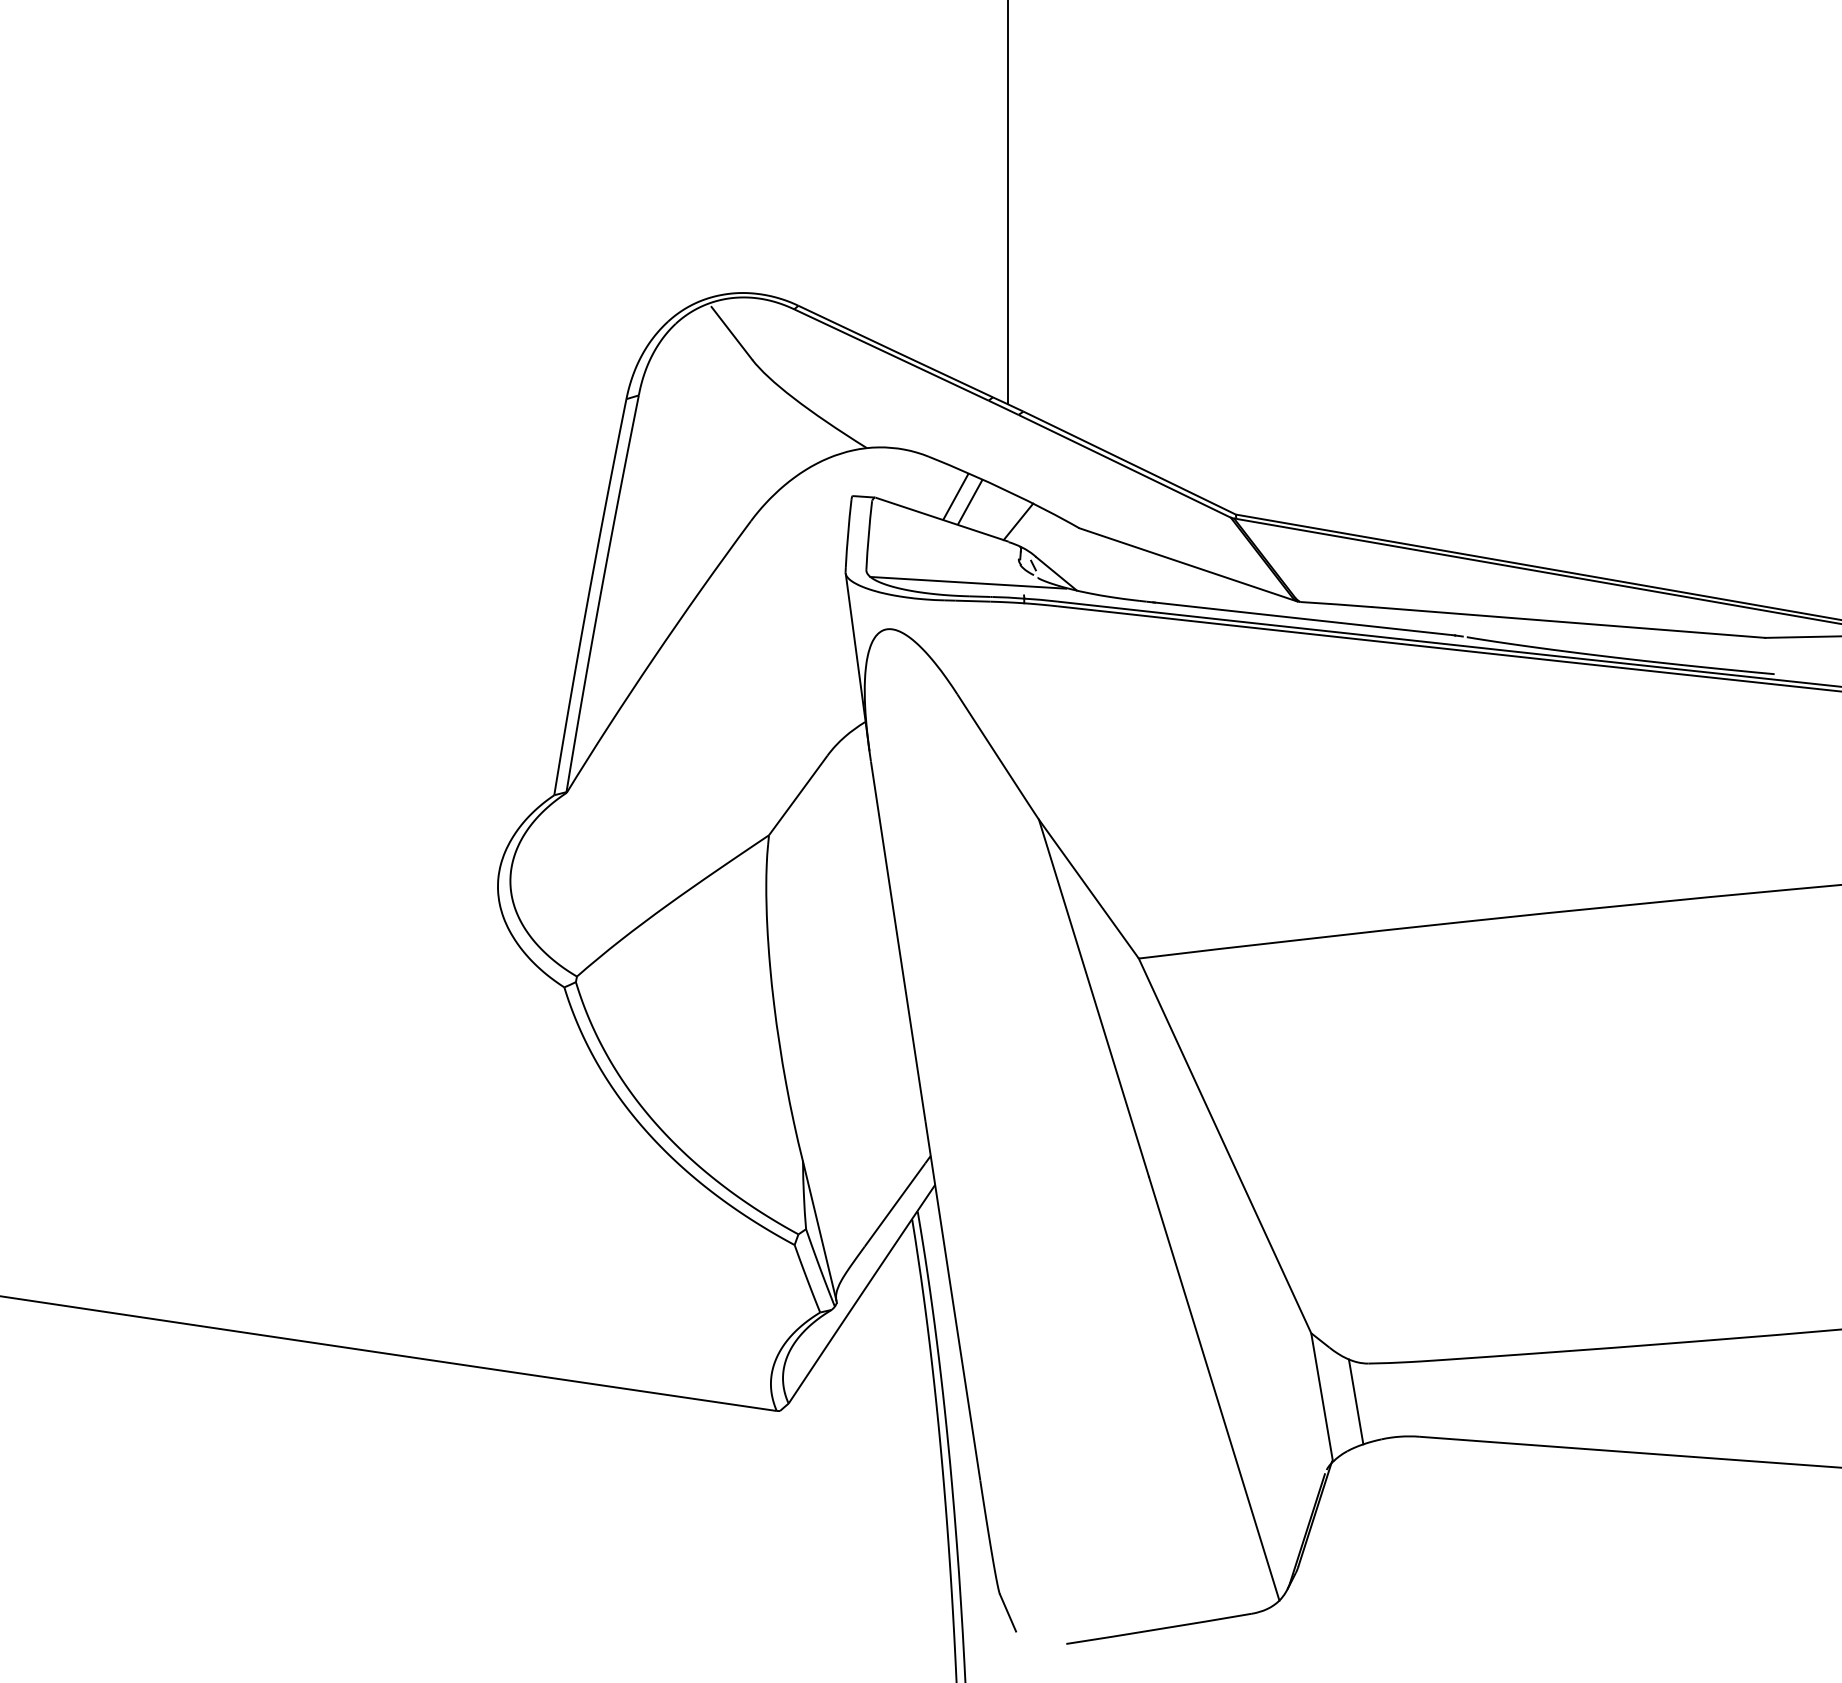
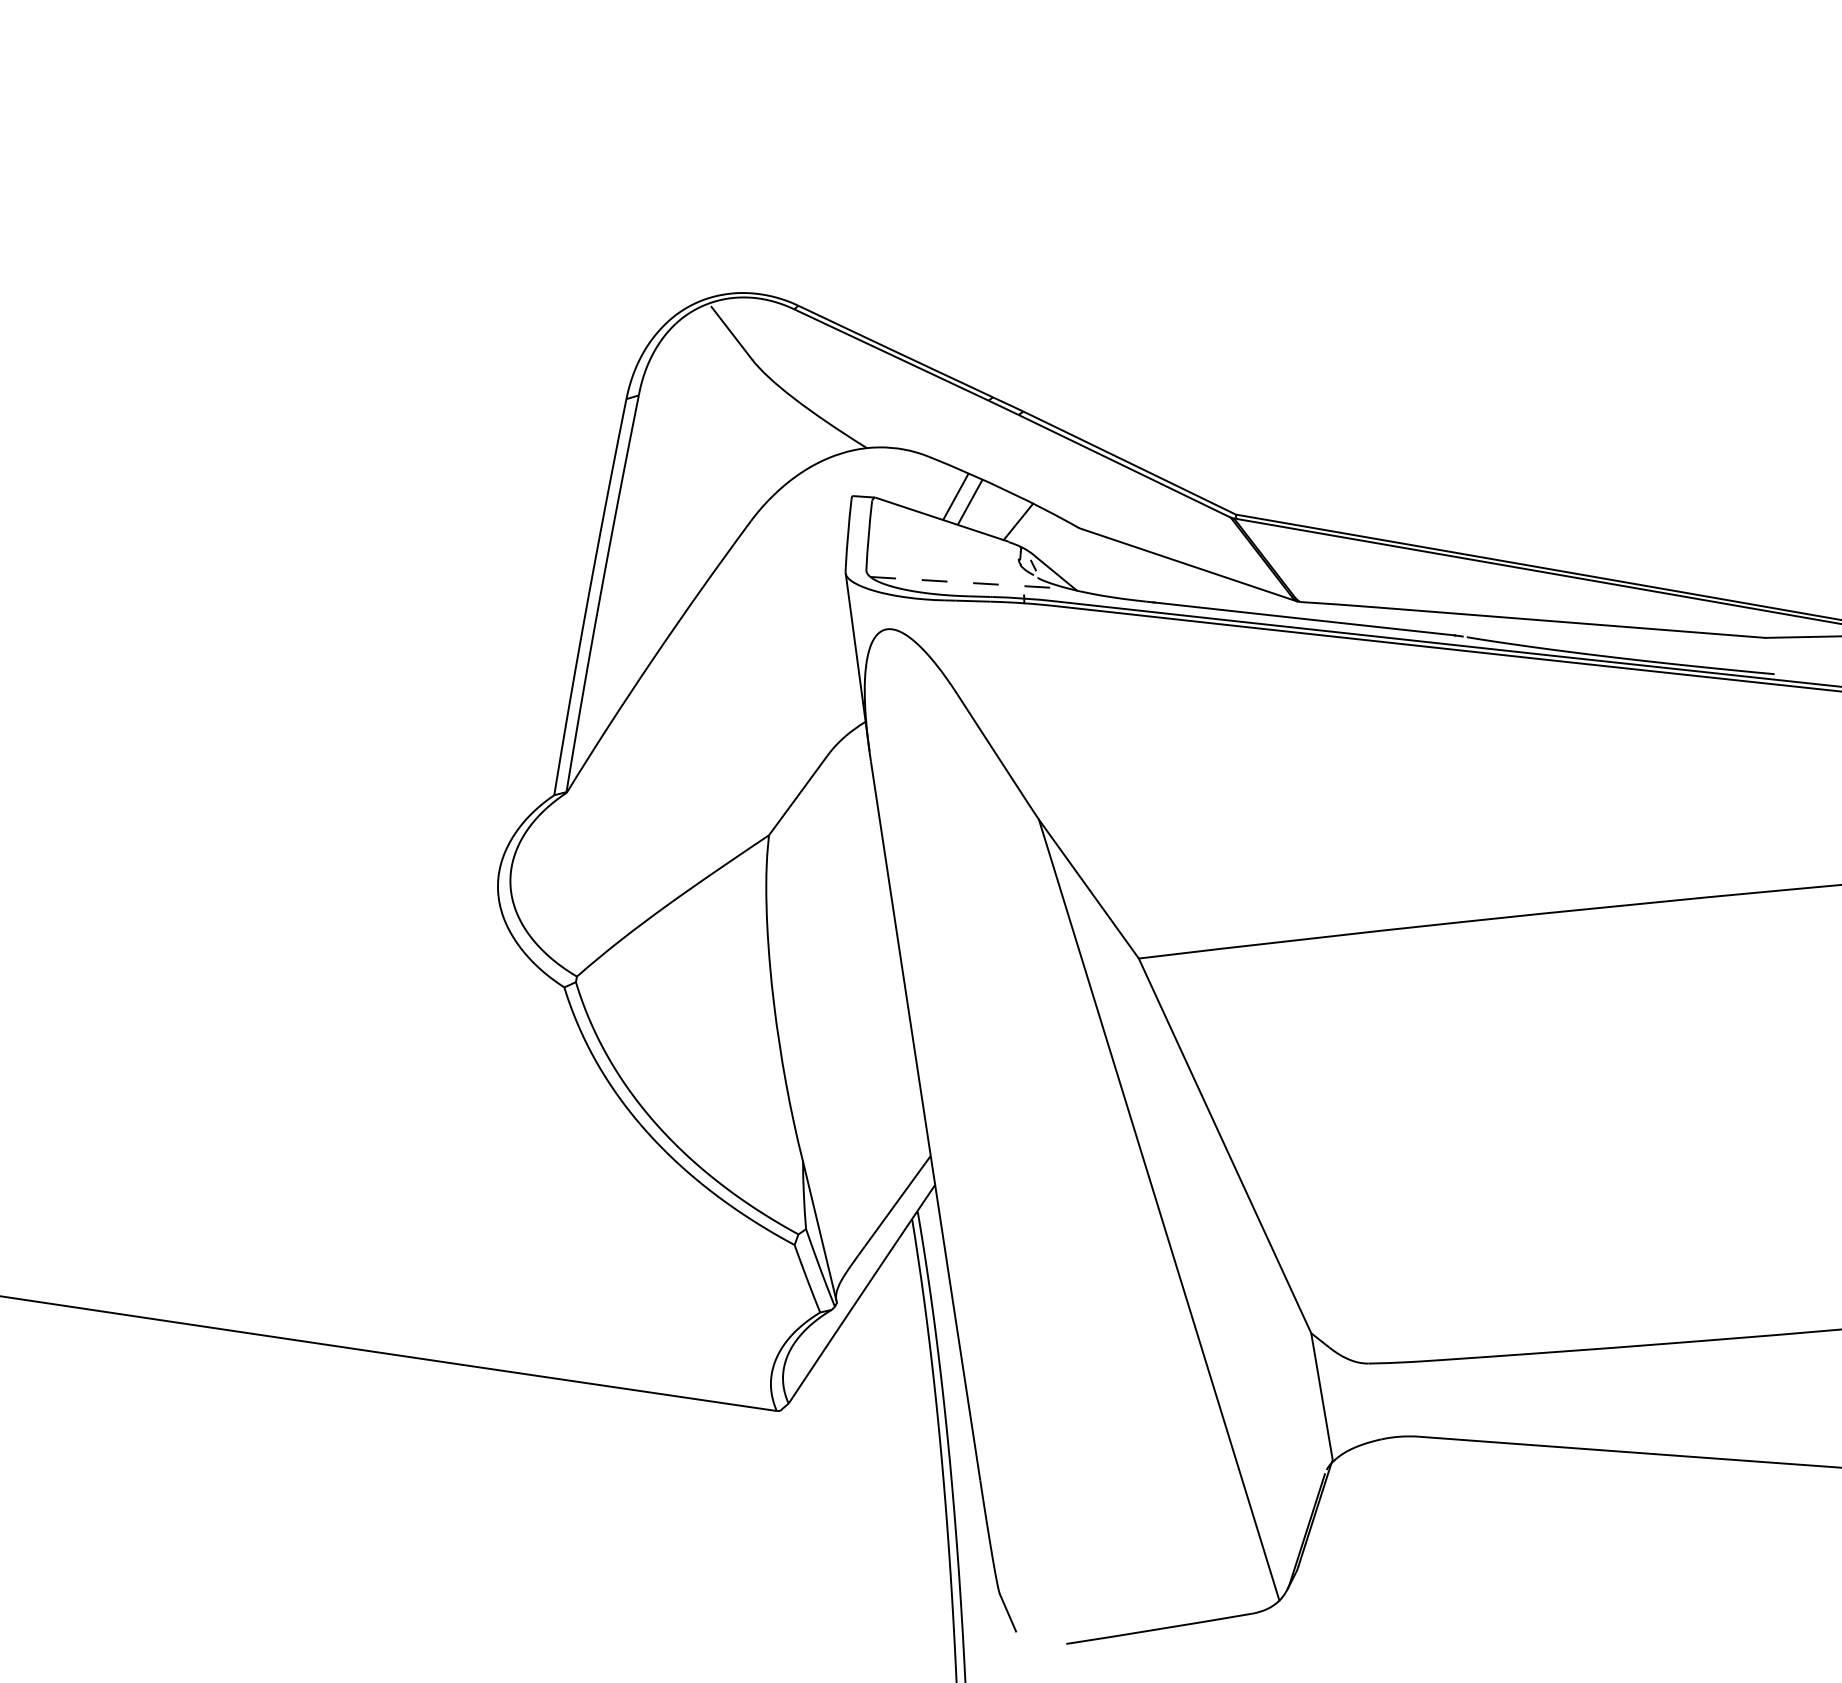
line at (1008, 203): present -> none
line at (968, 582): solid -> dashed
line at (1355, 1401): present -> none
